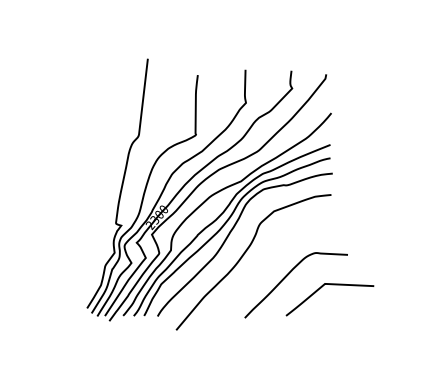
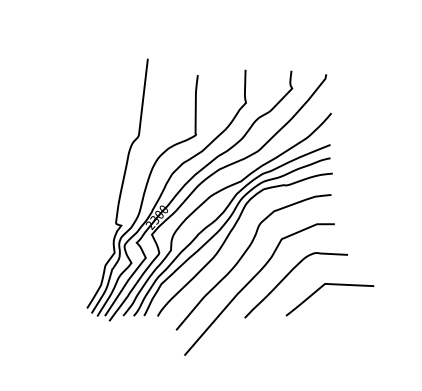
curve at (251, 281): none -> present
